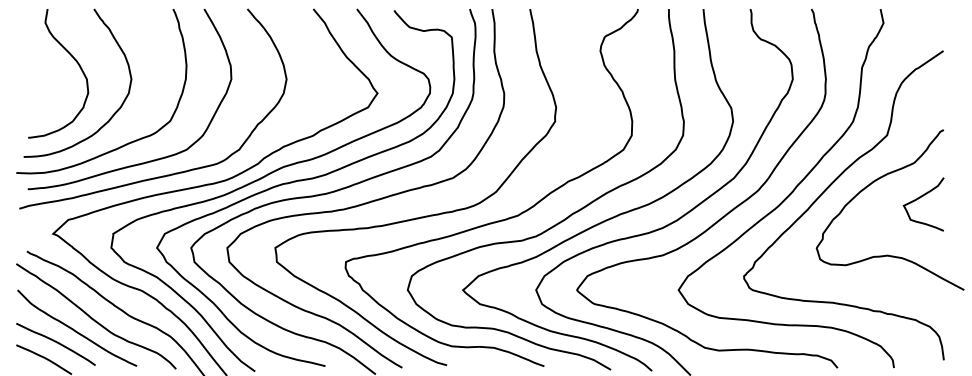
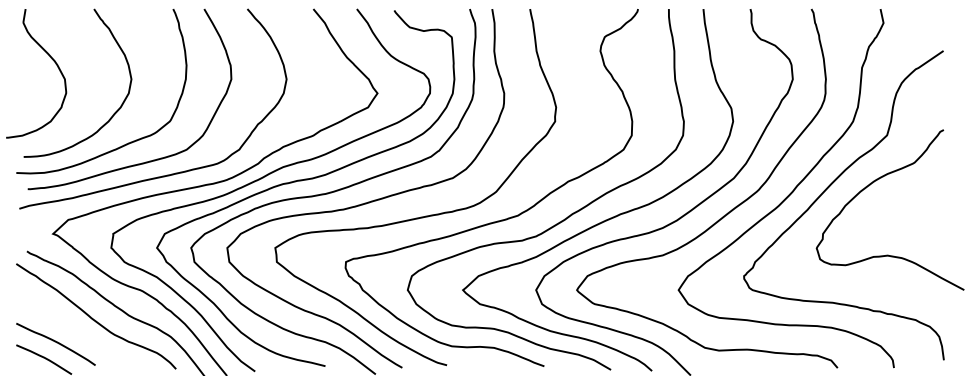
curve at (73, 59) position: (73, 59) -> (51, 59)
curve at (920, 198): present -> none
curve at (76, 330): present -> none
